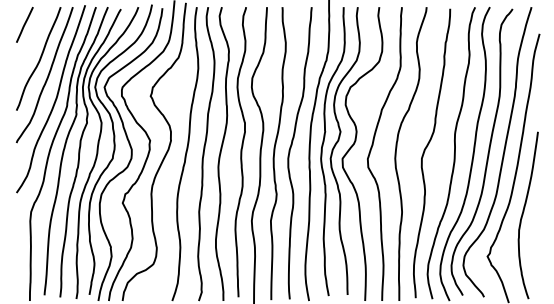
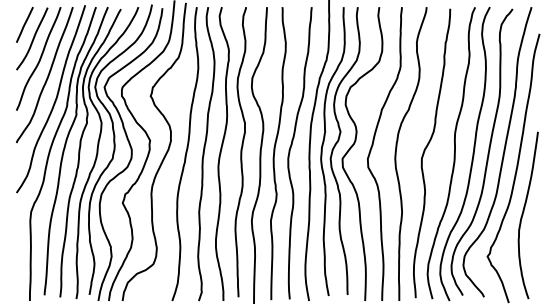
curve at (32, 38): none -> present
